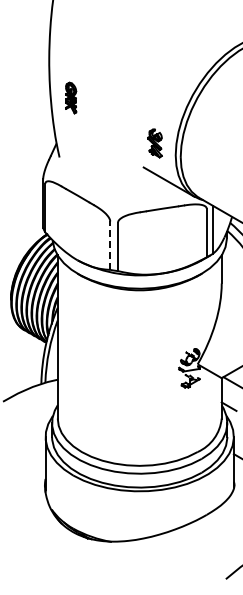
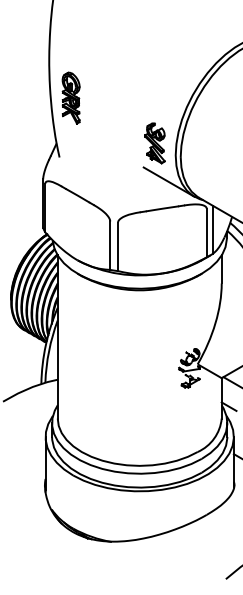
part at (71, 97) size: 13x34 px -> 20x54 px
part at (154, 143) size: 16x31 px -> 22x43 px
line at (110, 245): dashed -> solid
